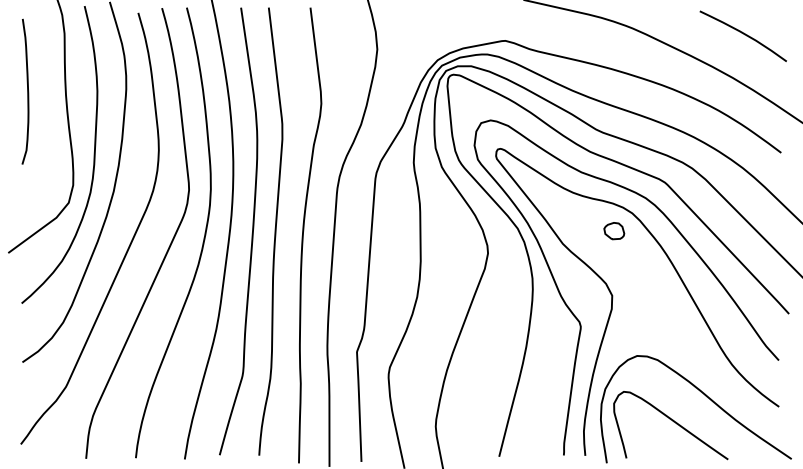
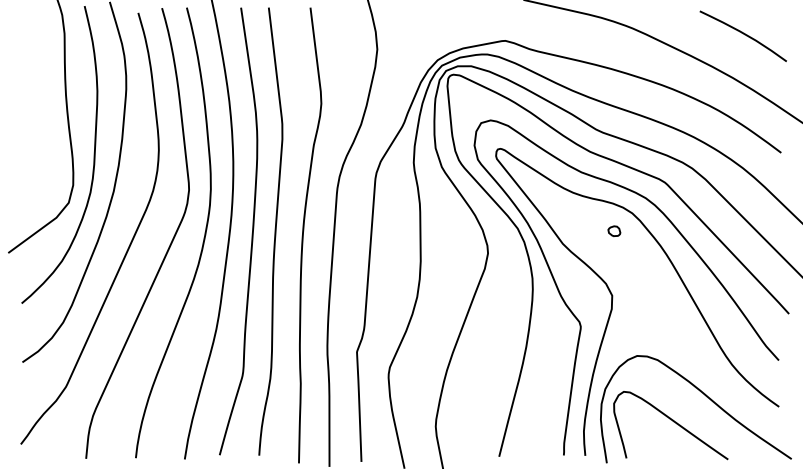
curve at (27, 91): present -> none
part at (614, 231) size: 23x19 px -> 15x13 px
